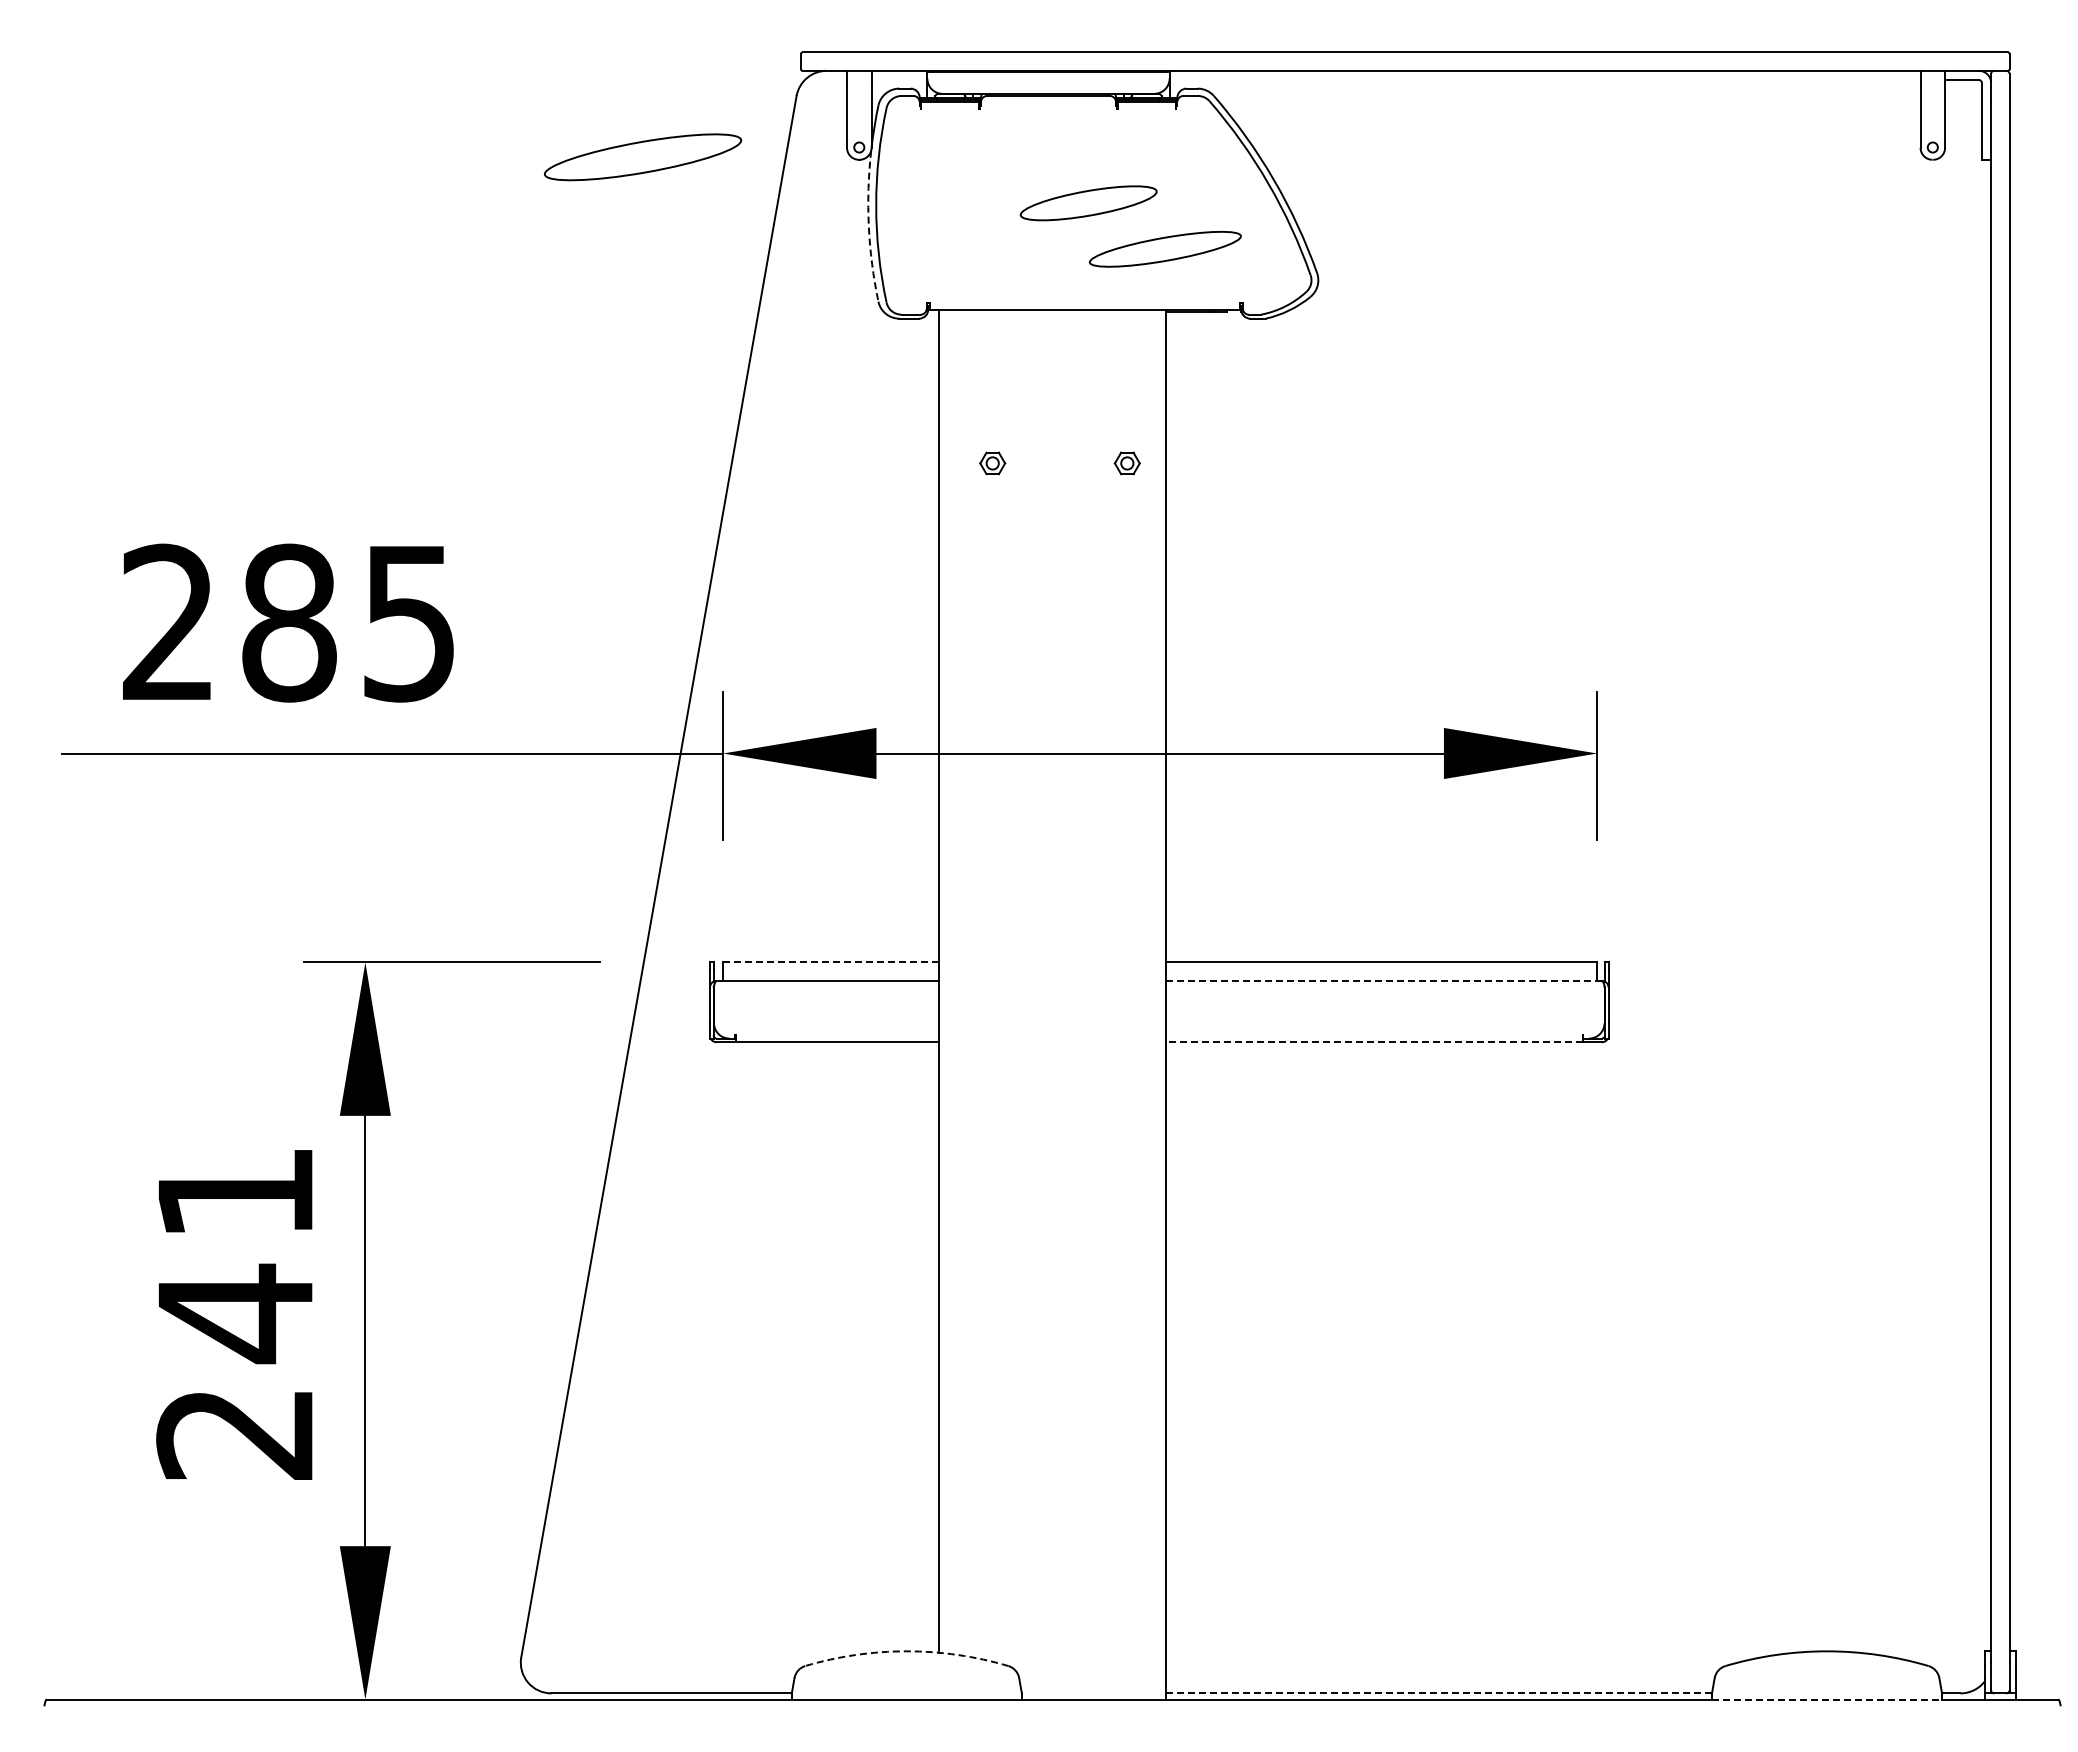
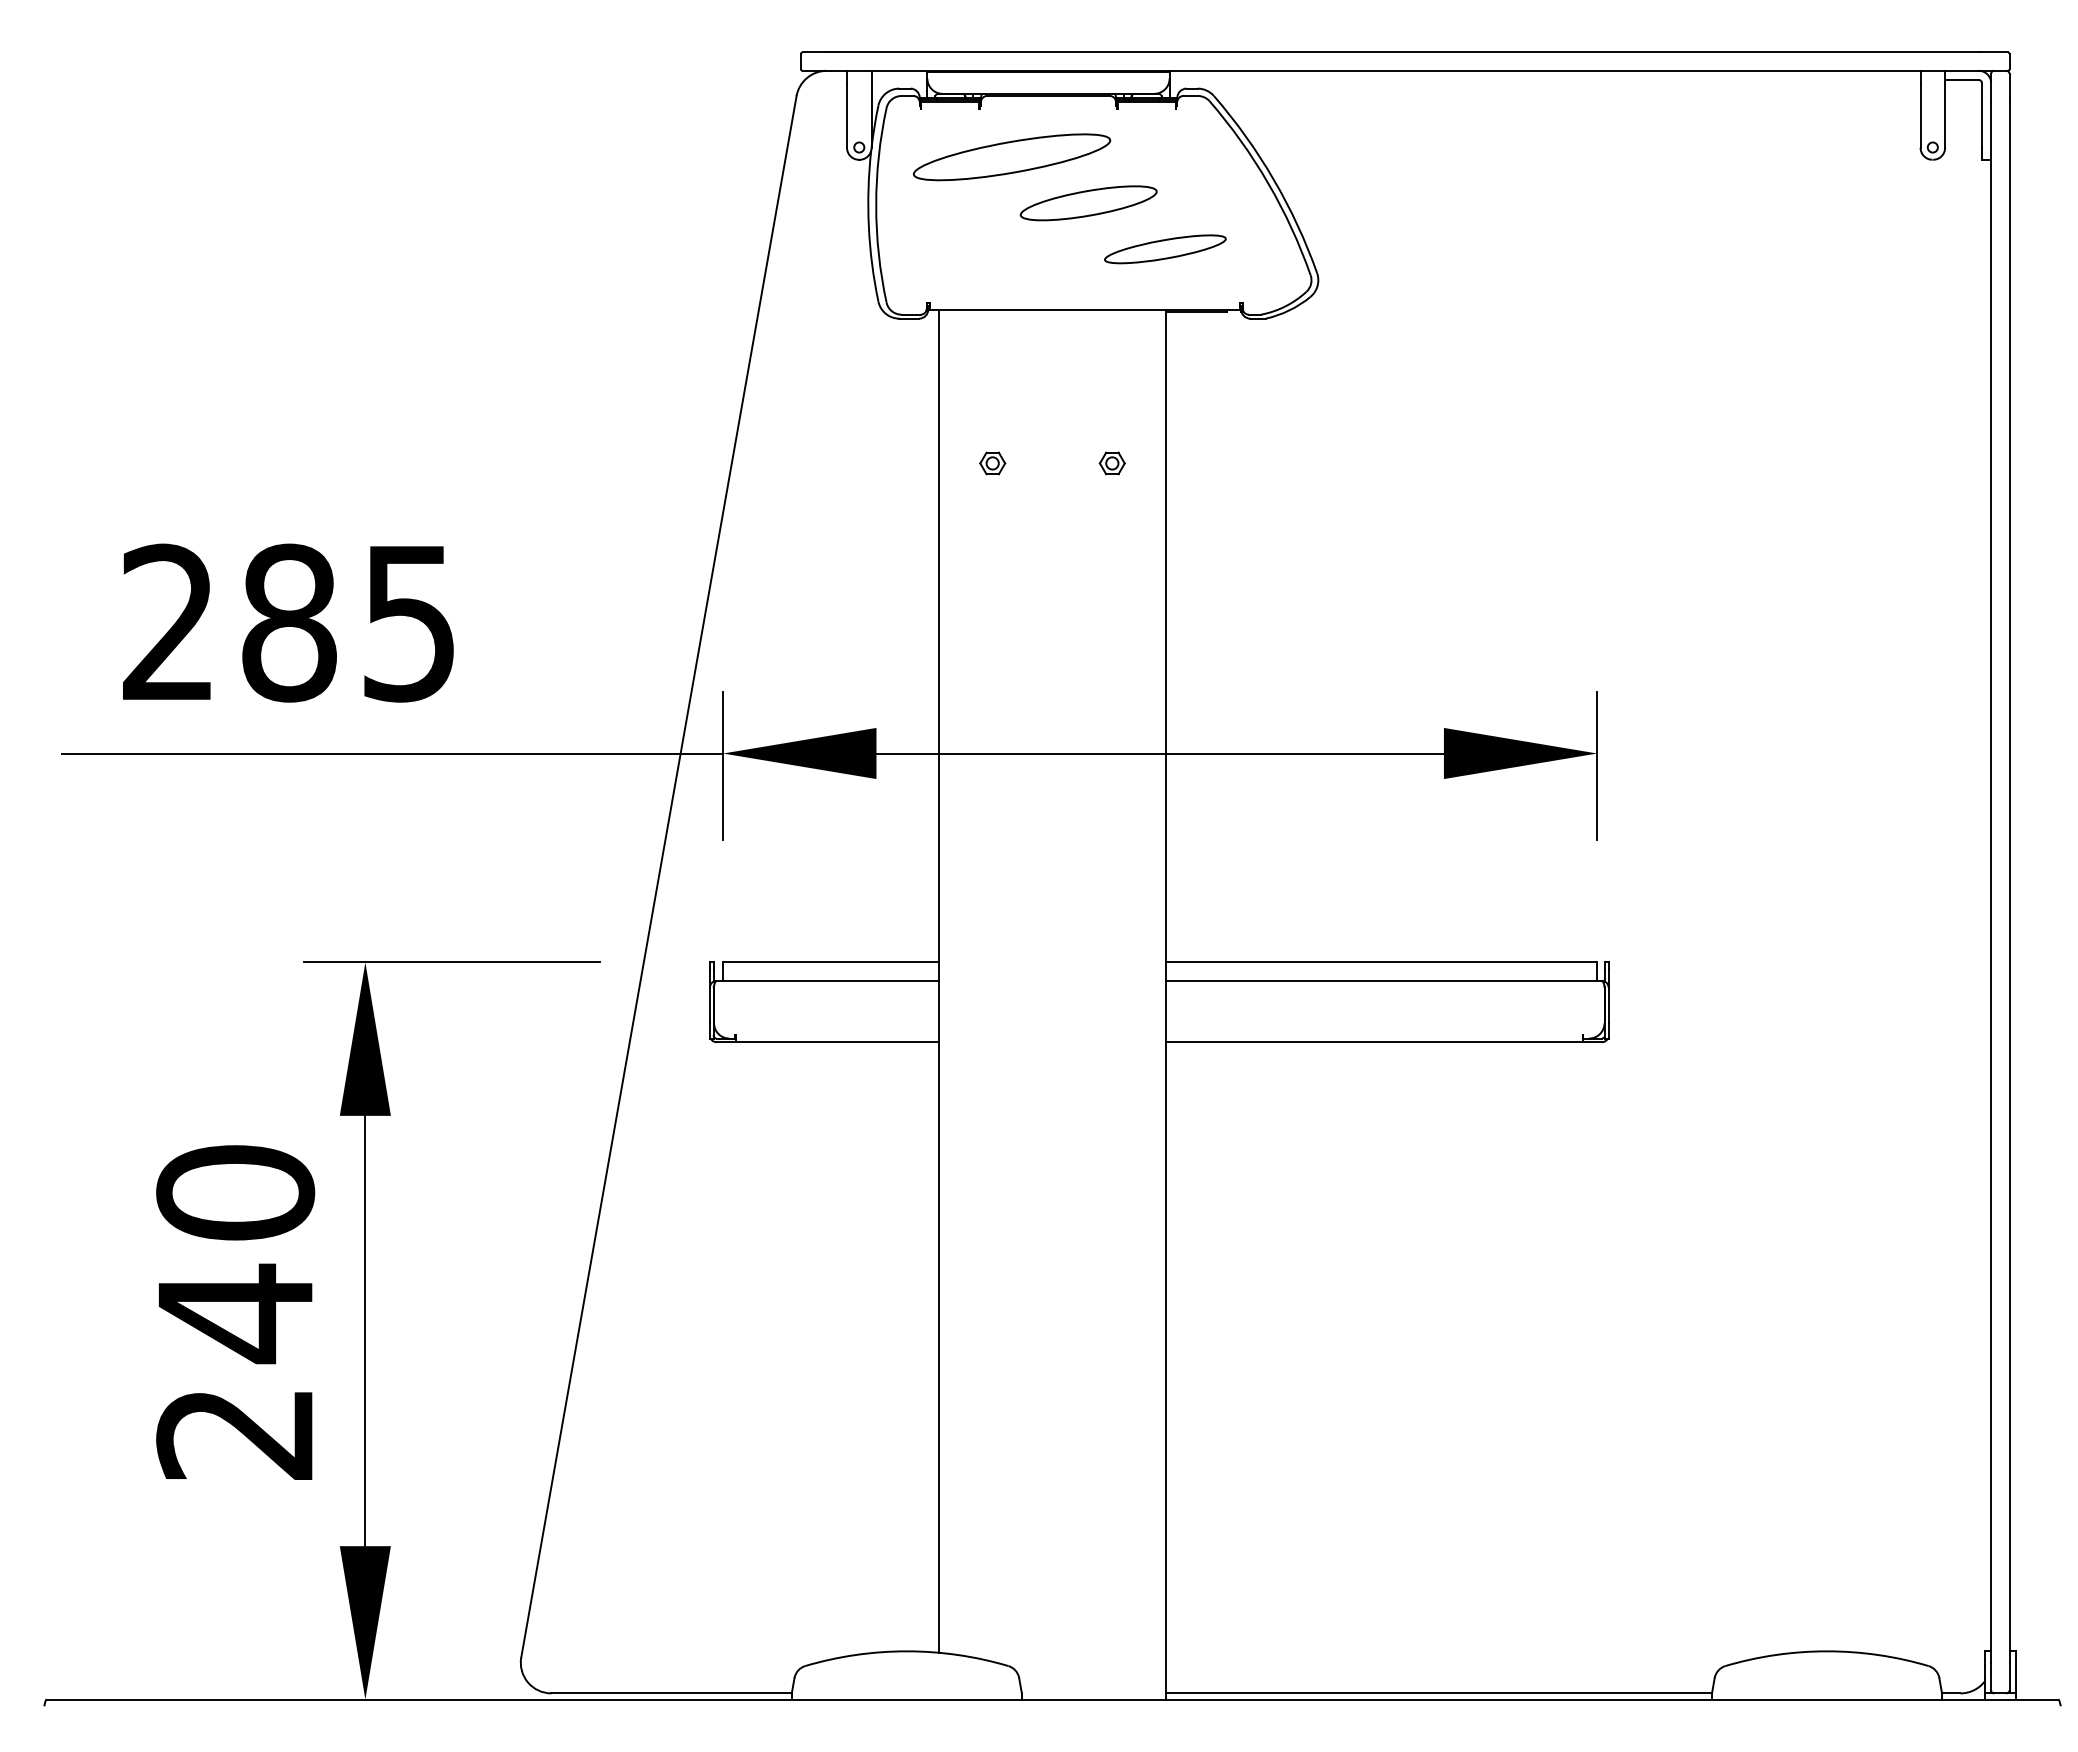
part at (643, 157) position: (643, 157) -> (1012, 157)
arc at (868, 226): dashed -> solid
part at (1165, 248) size: 153x38 px -> 123x31 px
part at (1126, 463) position: (1126, 463) -> (1111, 463)
line at (831, 962): dashed -> solid
line at (1383, 980): dashed -> solid
line at (1374, 1042): dashed -> solid
text at (235, 1192): 241 -> 240
arc at (906, 1651): dashed -> solid
line at (1439, 1693): dashed -> solid
line at (1827, 1699): dashed -> solid
